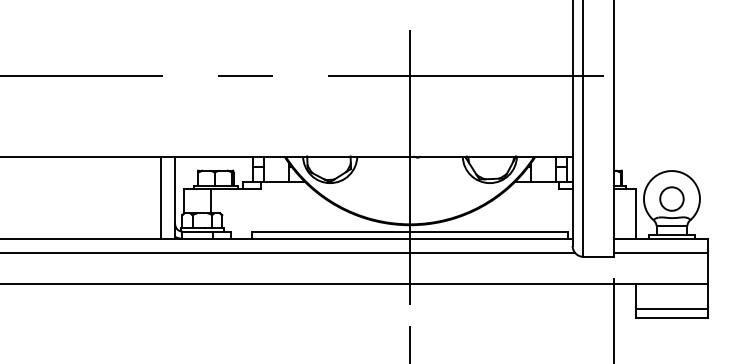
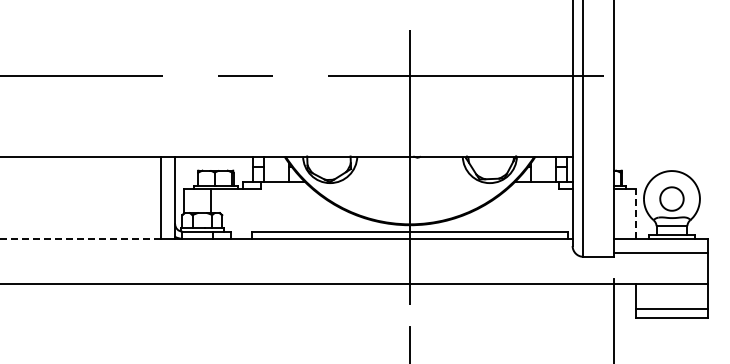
line at (635, 213): solid -> dashed
line at (80, 238): solid -> dashed
line at (288, 253): present -> none
